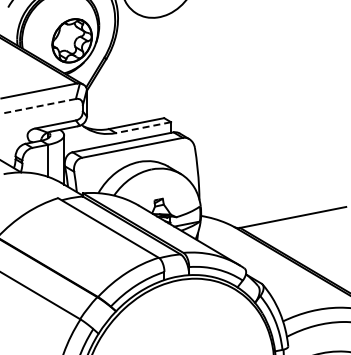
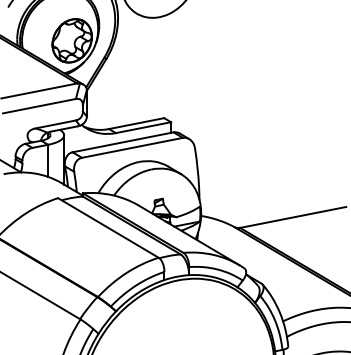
line at (38, 106): dashed -> solid
line at (143, 127): dashed -> solid
